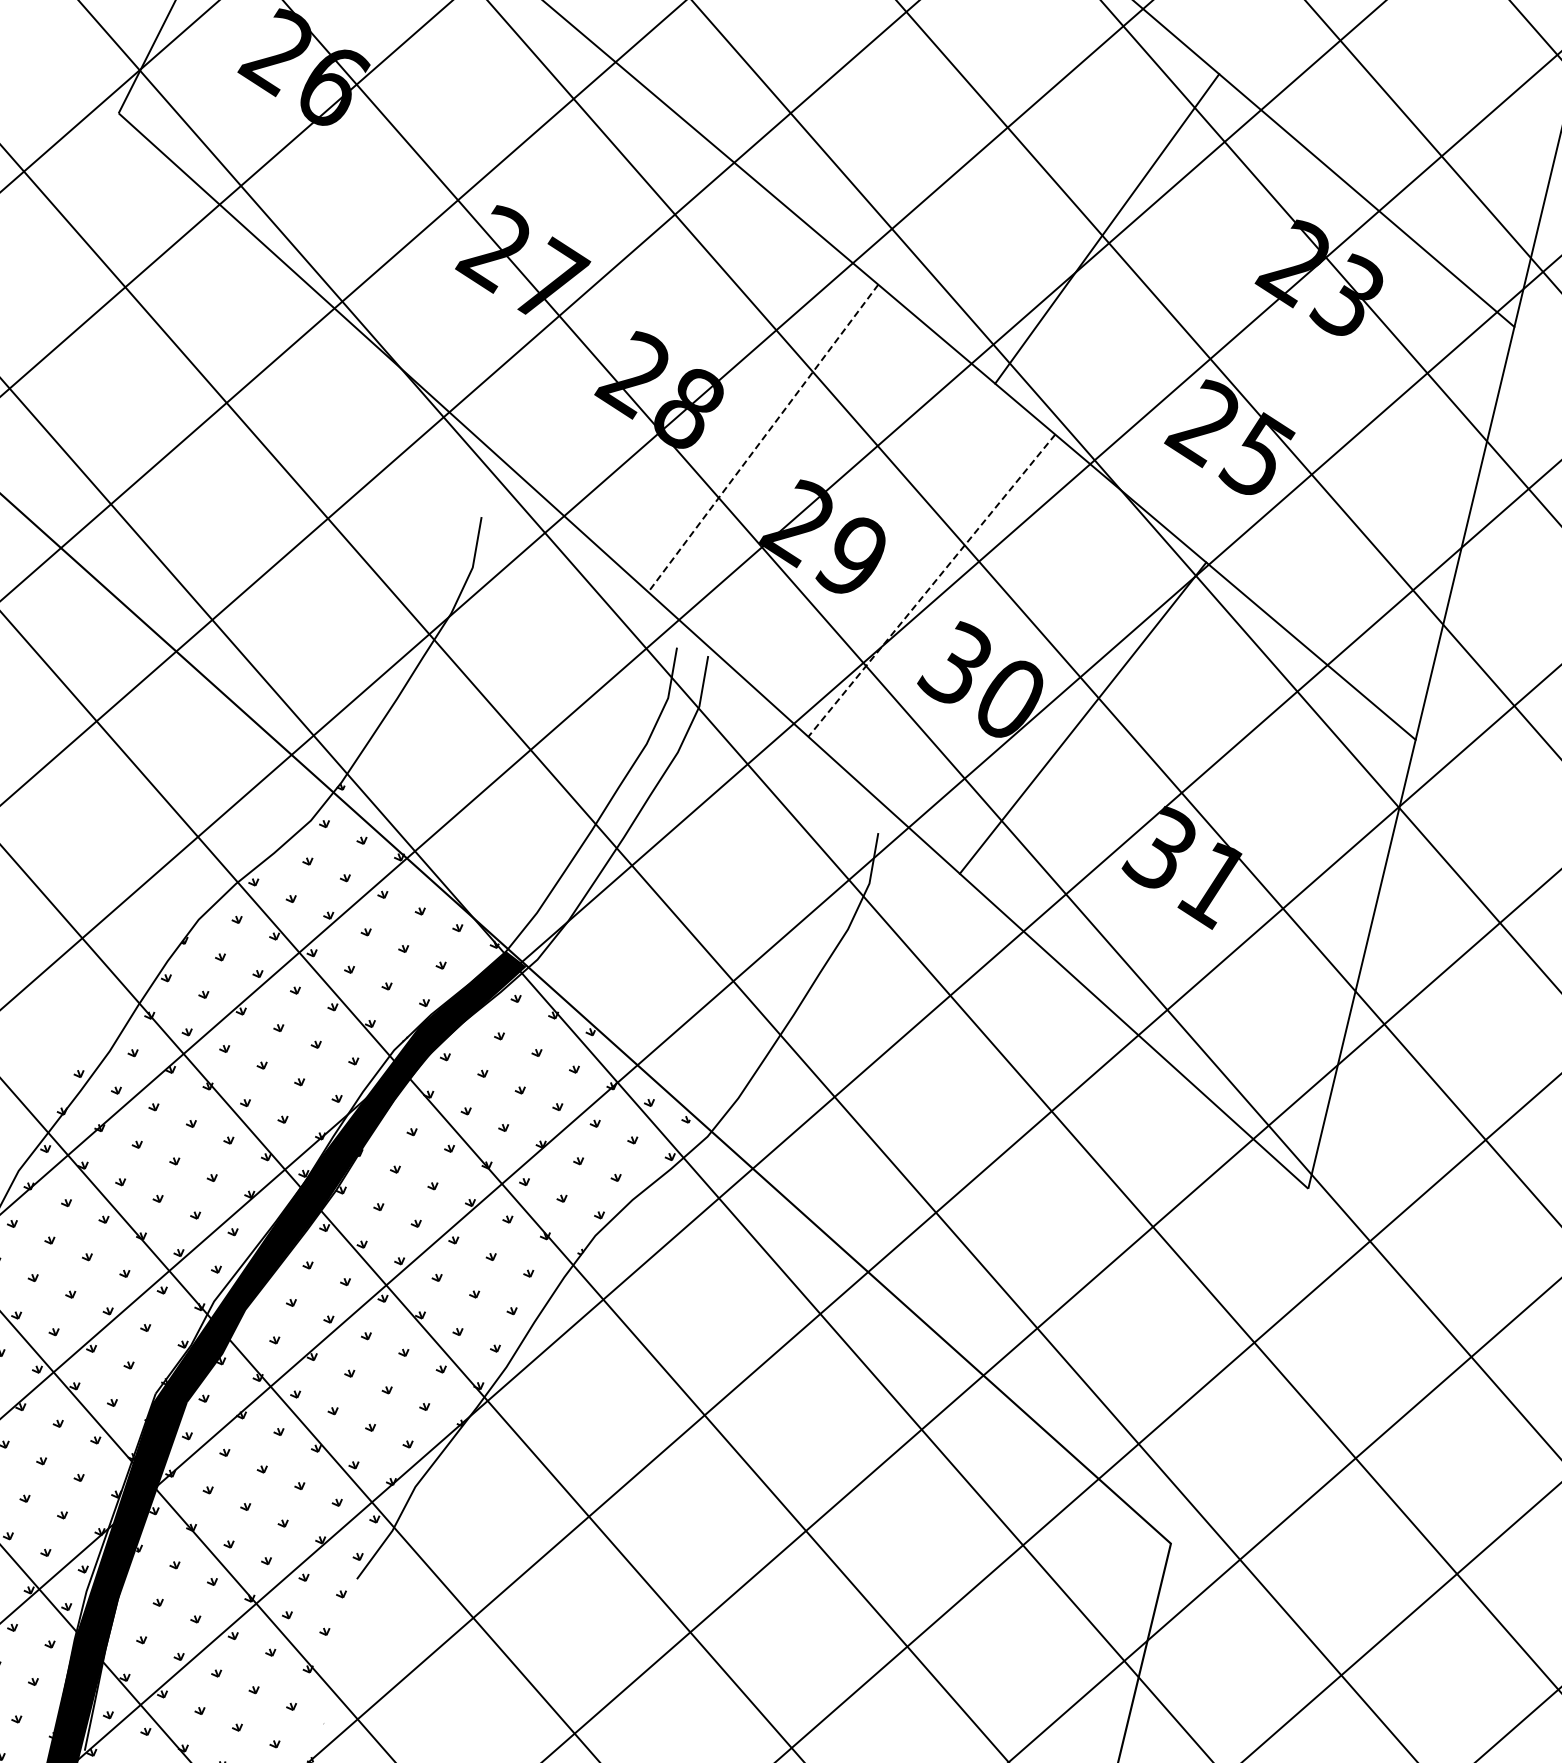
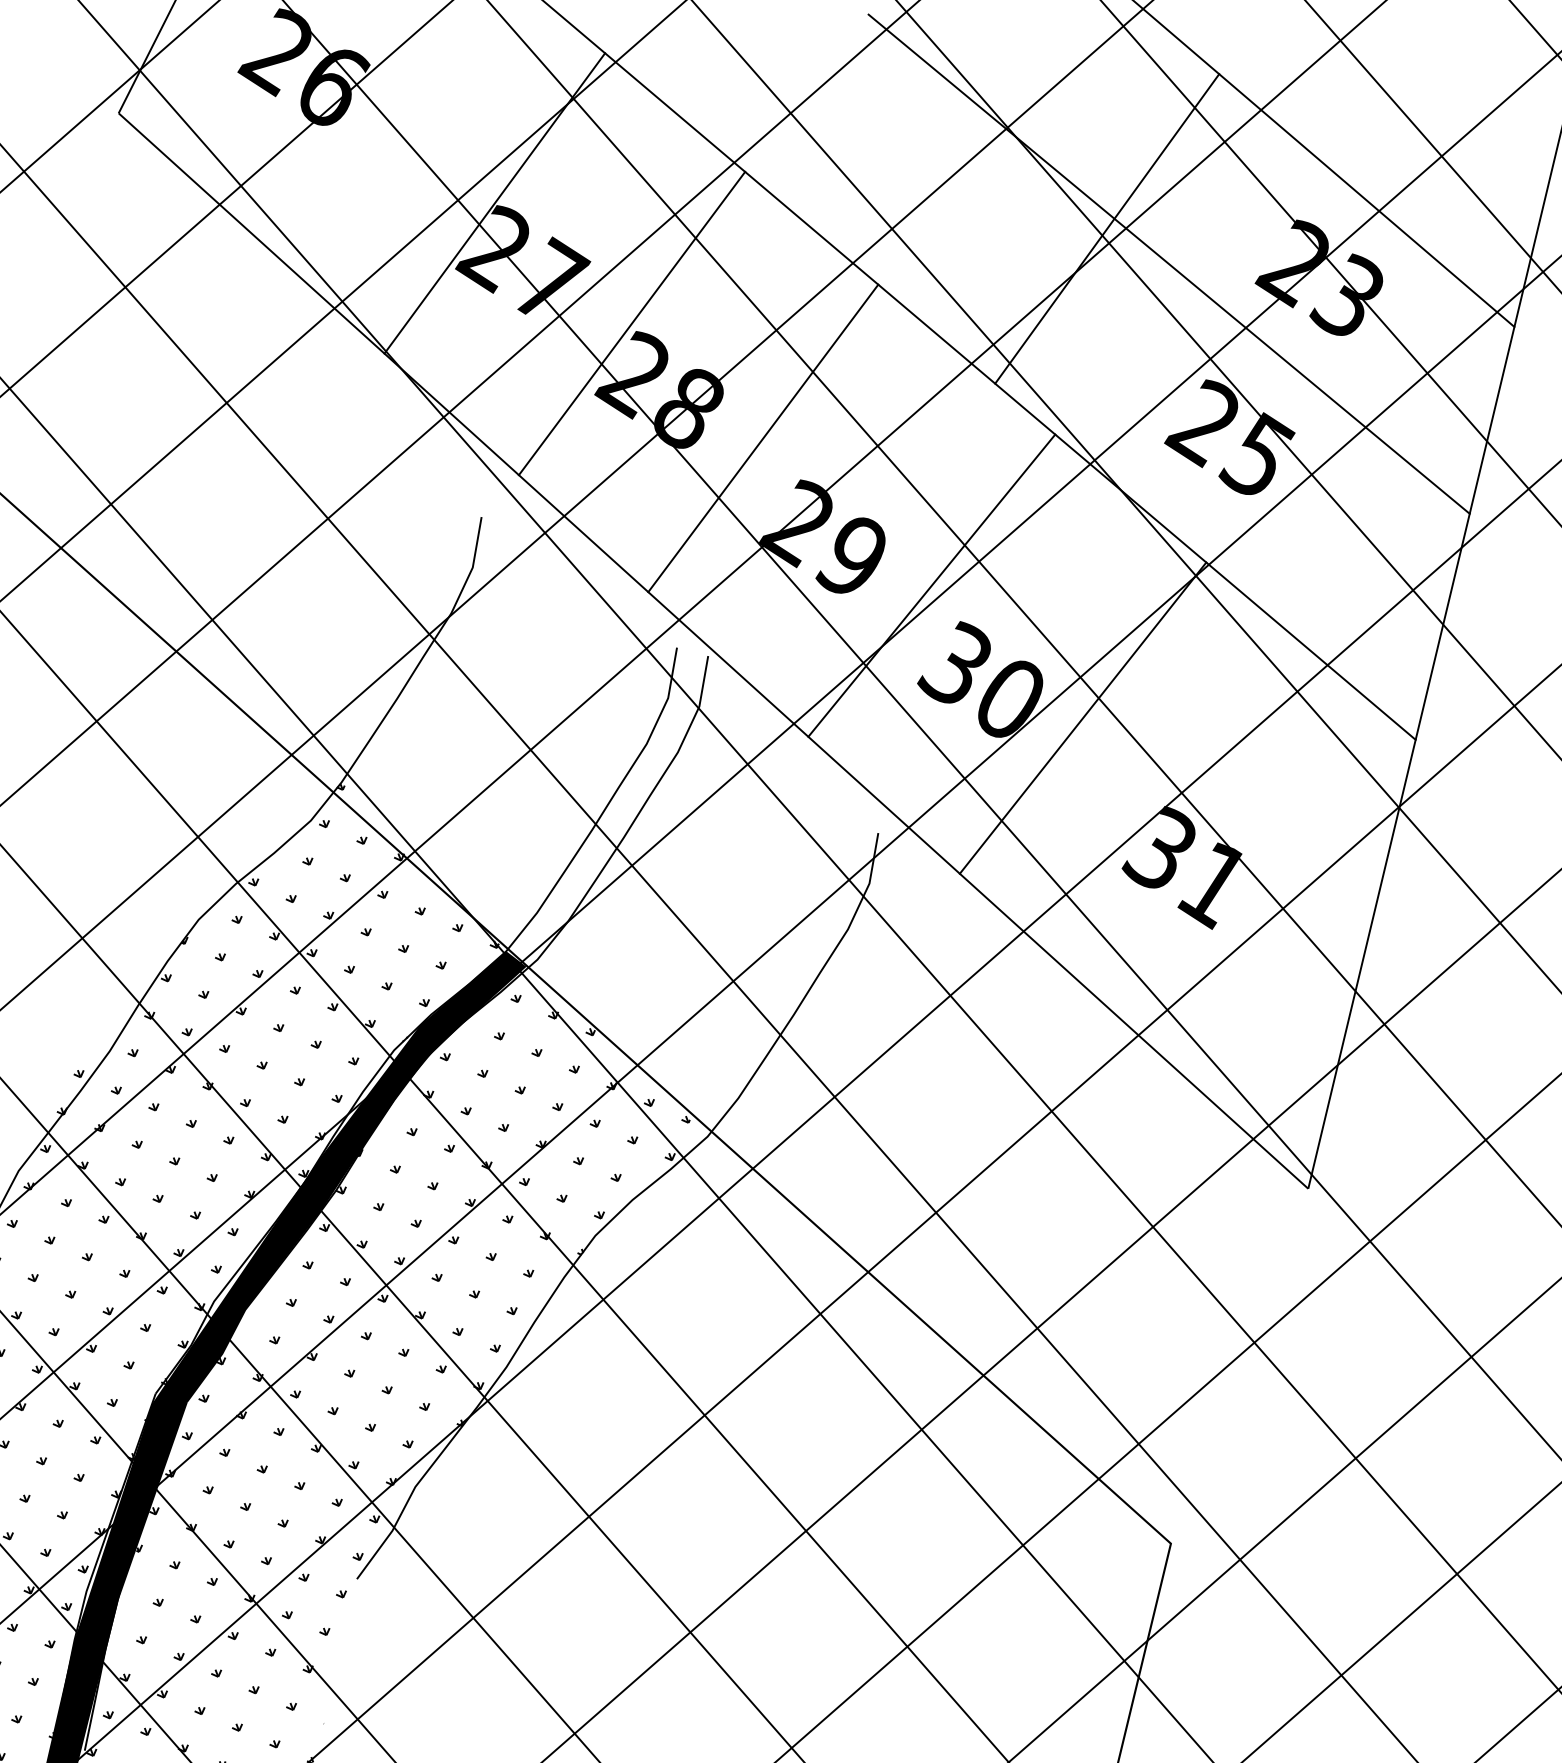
line at (494, 203): none -> present
line at (1168, 263): none -> present
line at (631, 323): none -> present
line at (763, 438): dashed -> solid
line at (931, 586): dashed -> solid
